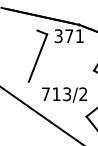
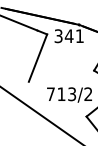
line at (19, 23): none -> present
text at (68, 35): 371 -> 341
text at (64, 94) position: (64, 94) -> (69, 94)
